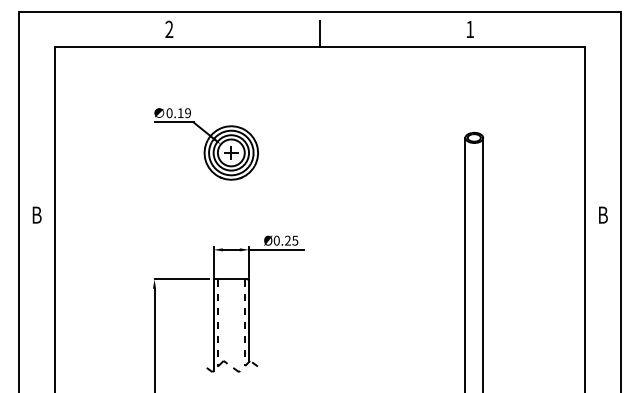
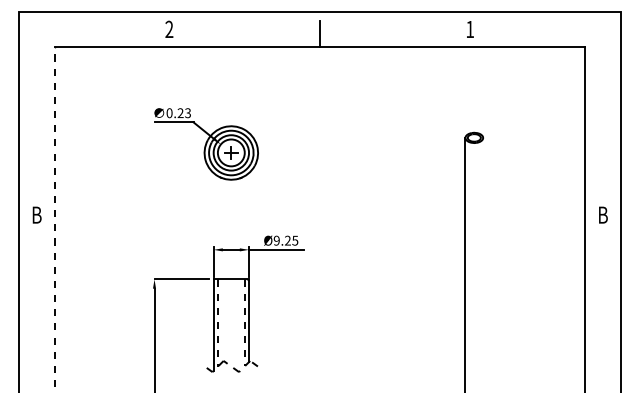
text at (183, 113): 0.19 -> 0.23
line at (54, 219): solid -> dashed
text at (276, 240): Ø0.25 -> Ø9.25
line at (483, 263): present -> none
